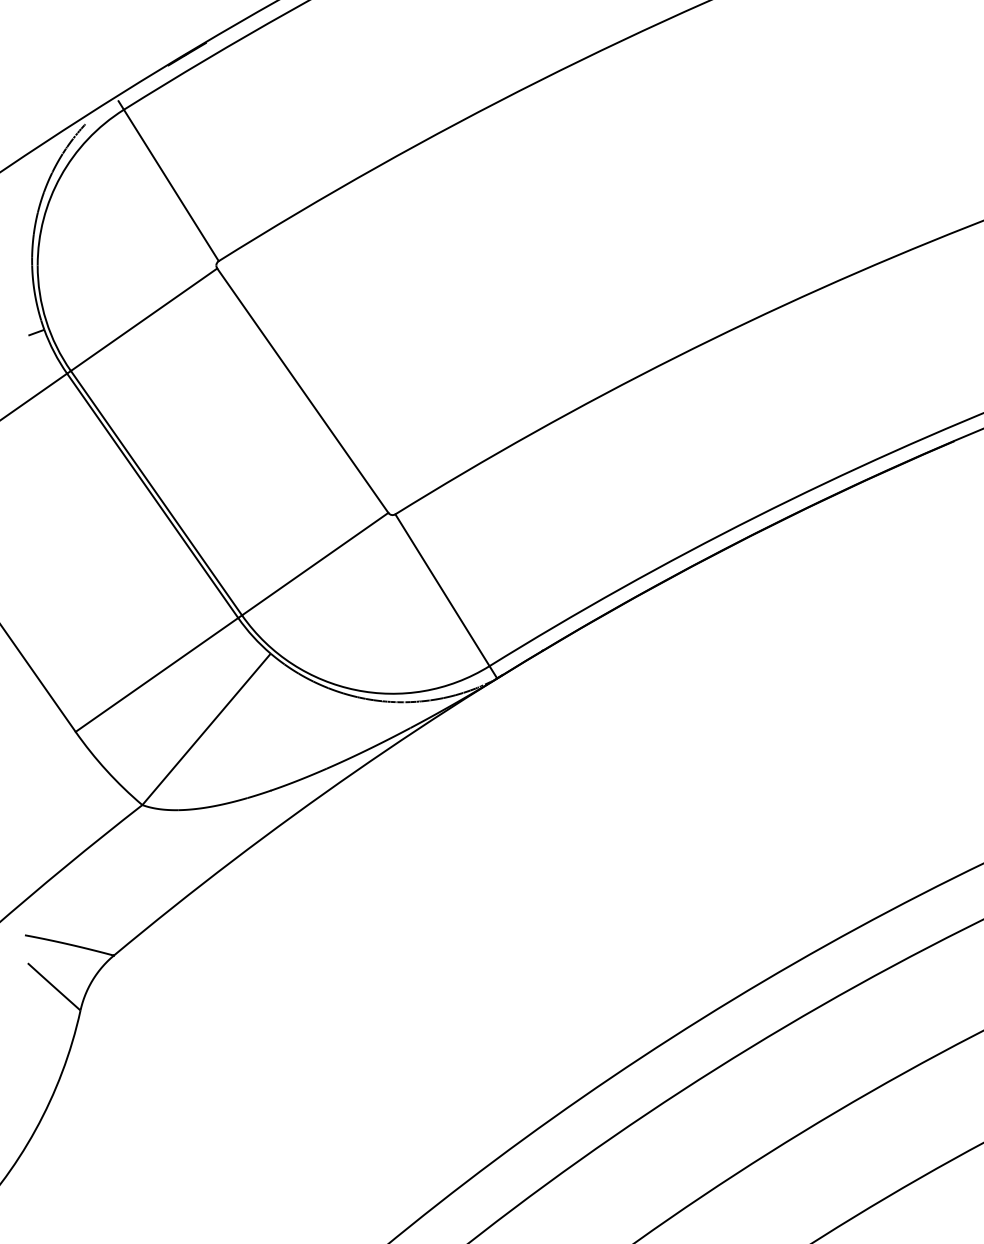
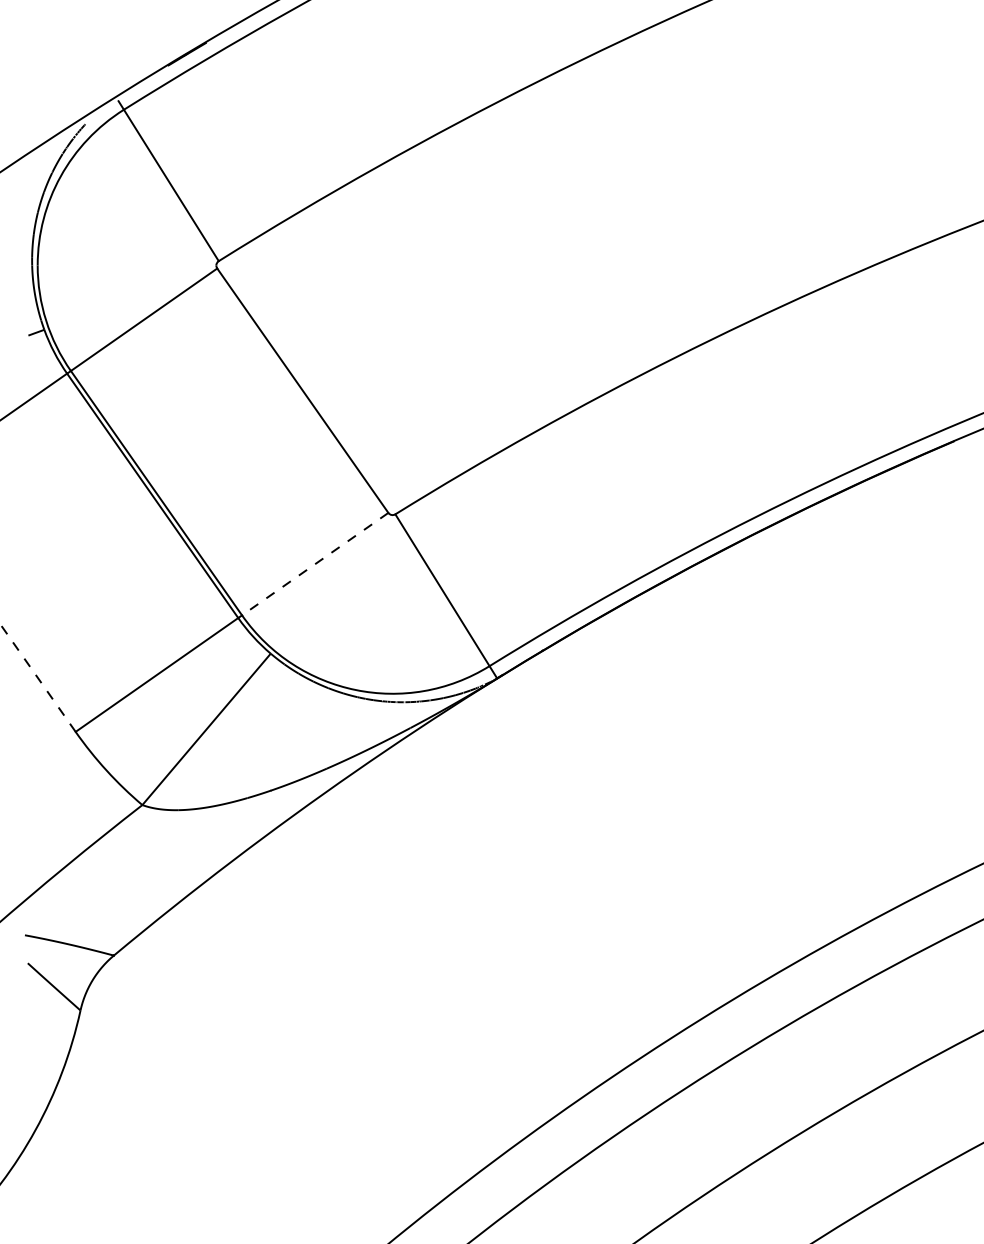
line at (314, 564): solid -> dashed
line at (37, 677): solid -> dashed
